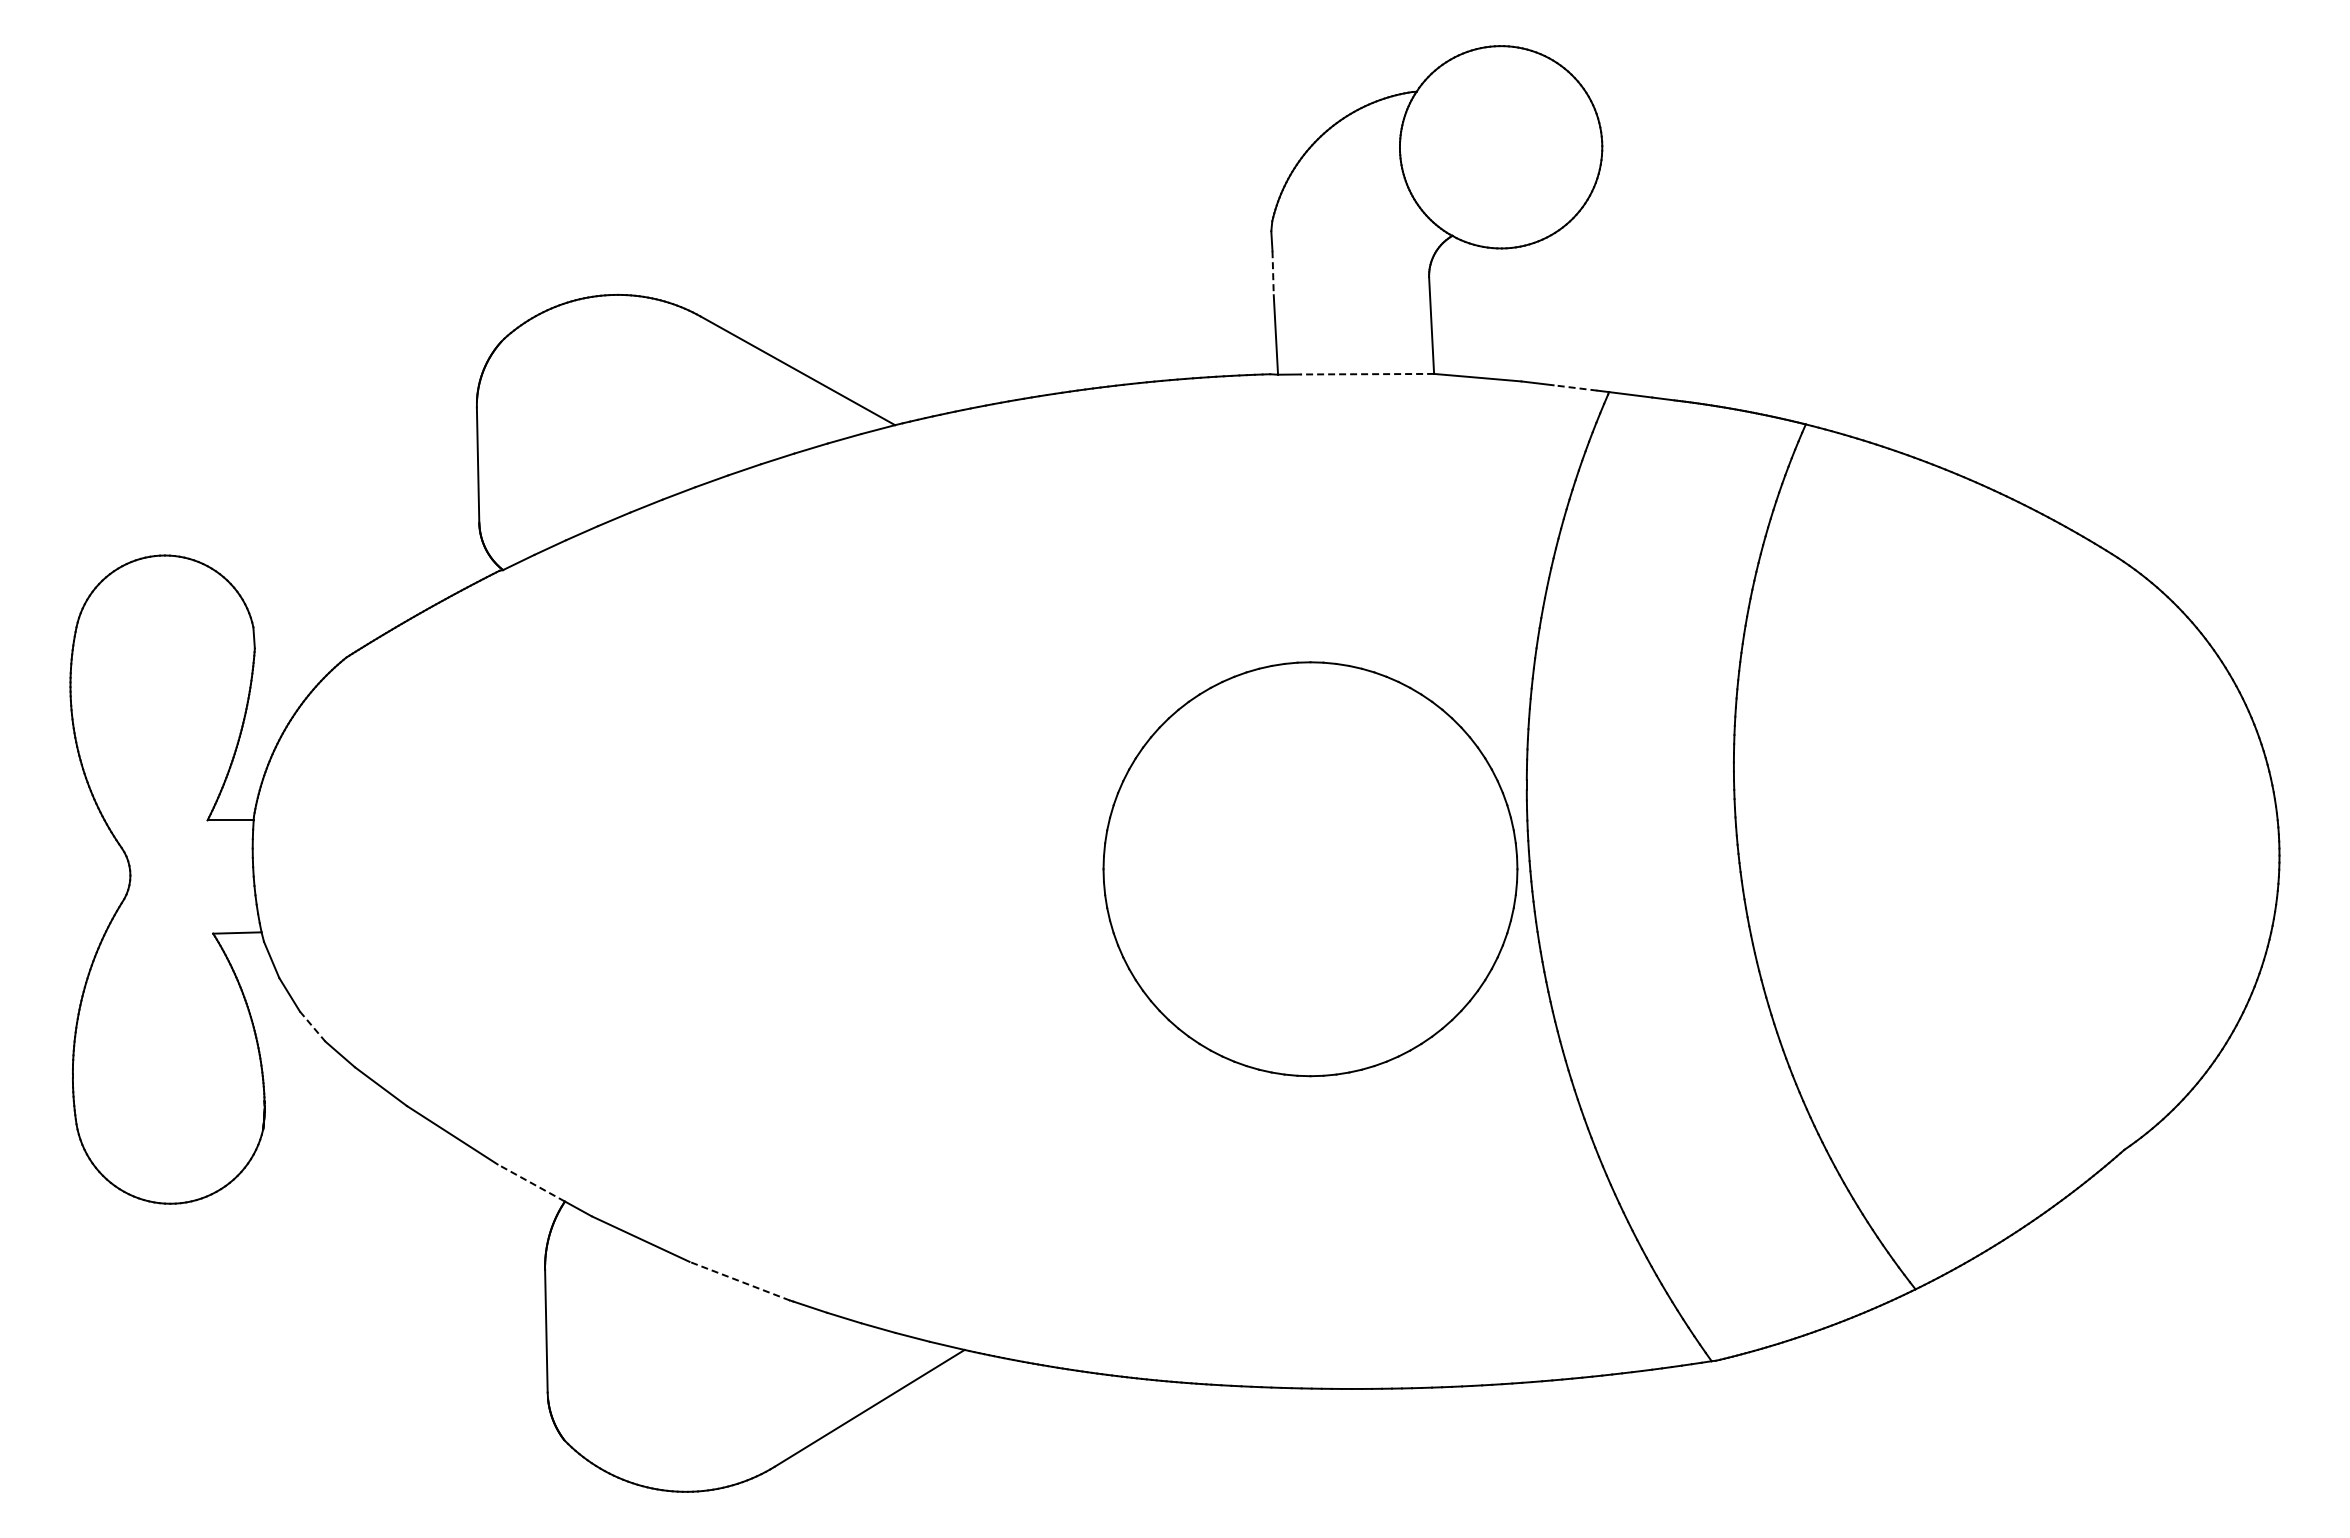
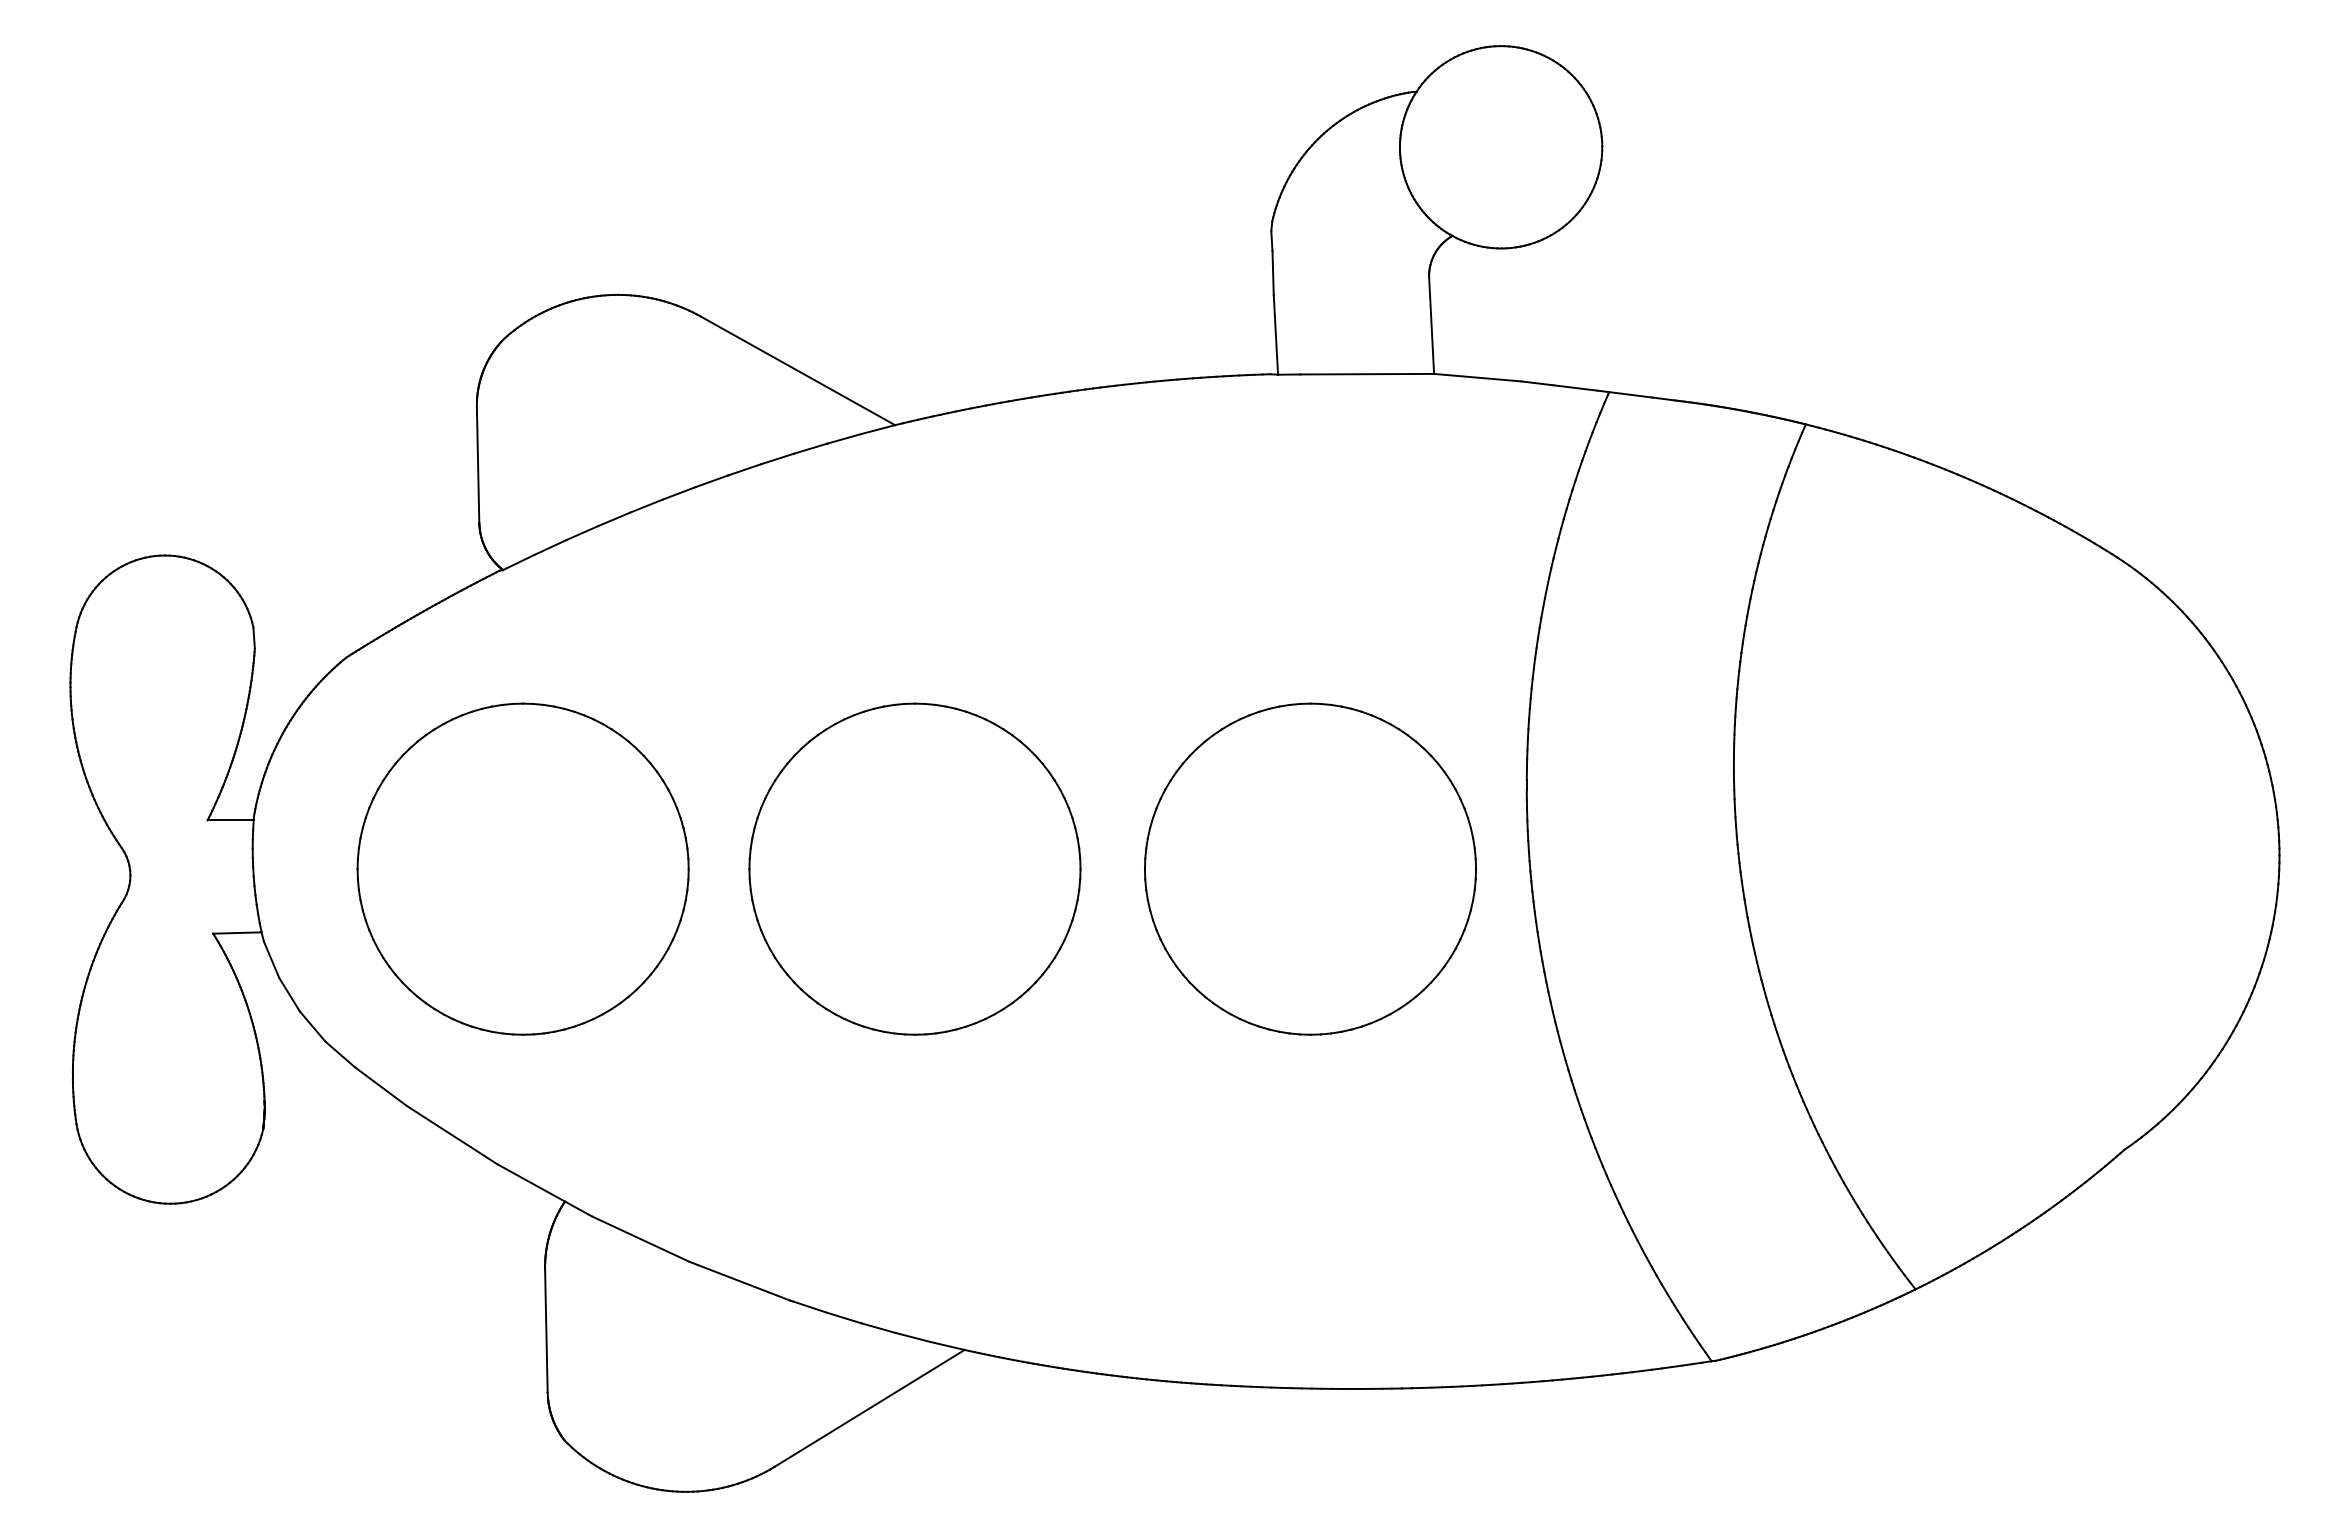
line at (1273, 273): dashed -> solid
line at (1367, 374): dashed -> solid
line at (1575, 387): dashed -> solid
part at (522, 868): none -> present
part at (914, 868): none -> present
part at (1310, 869) size: 417x417 px -> 333x334 px
line at (312, 1026): dashed -> solid
line at (530, 1182): dashed -> solid
line at (739, 1281): dashed -> solid
